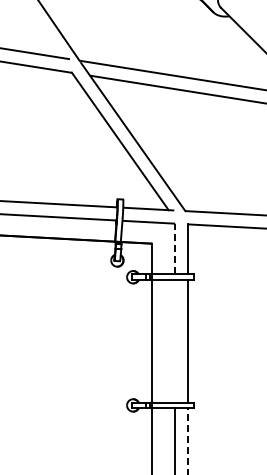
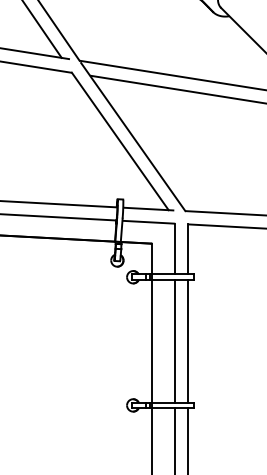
line at (42, 29): none -> present
line at (175, 248): dashed -> solid
line at (175, 341): none -> present
line at (188, 441): dashed -> solid
